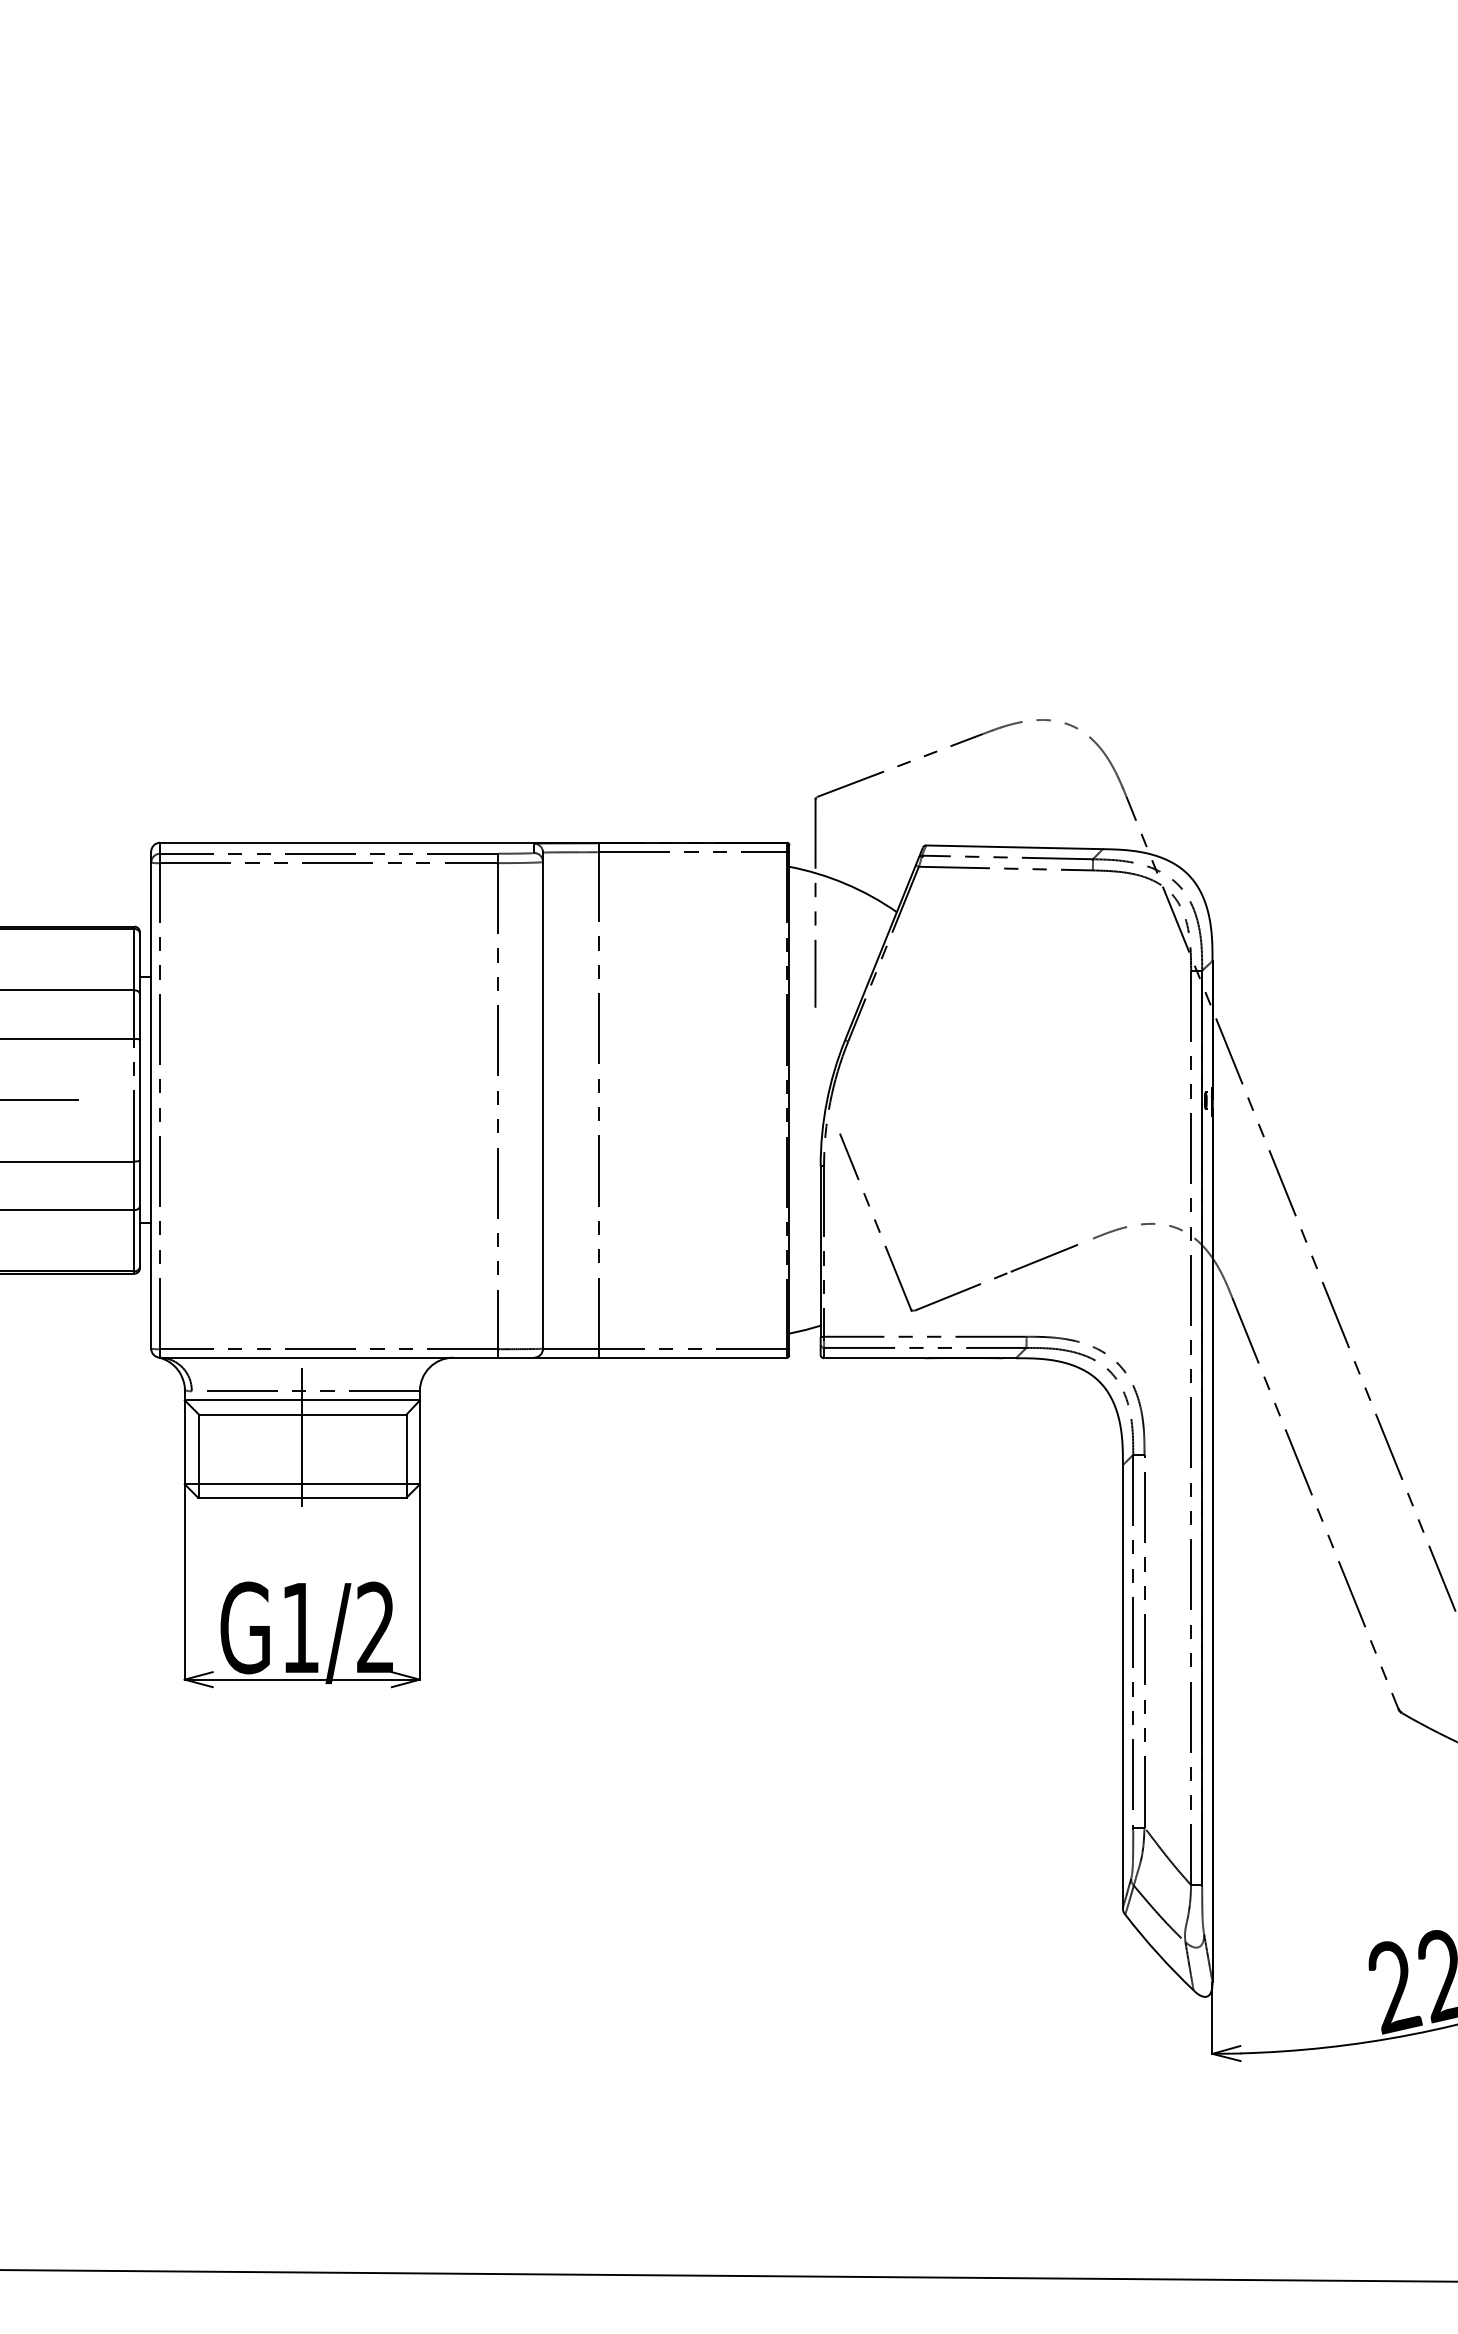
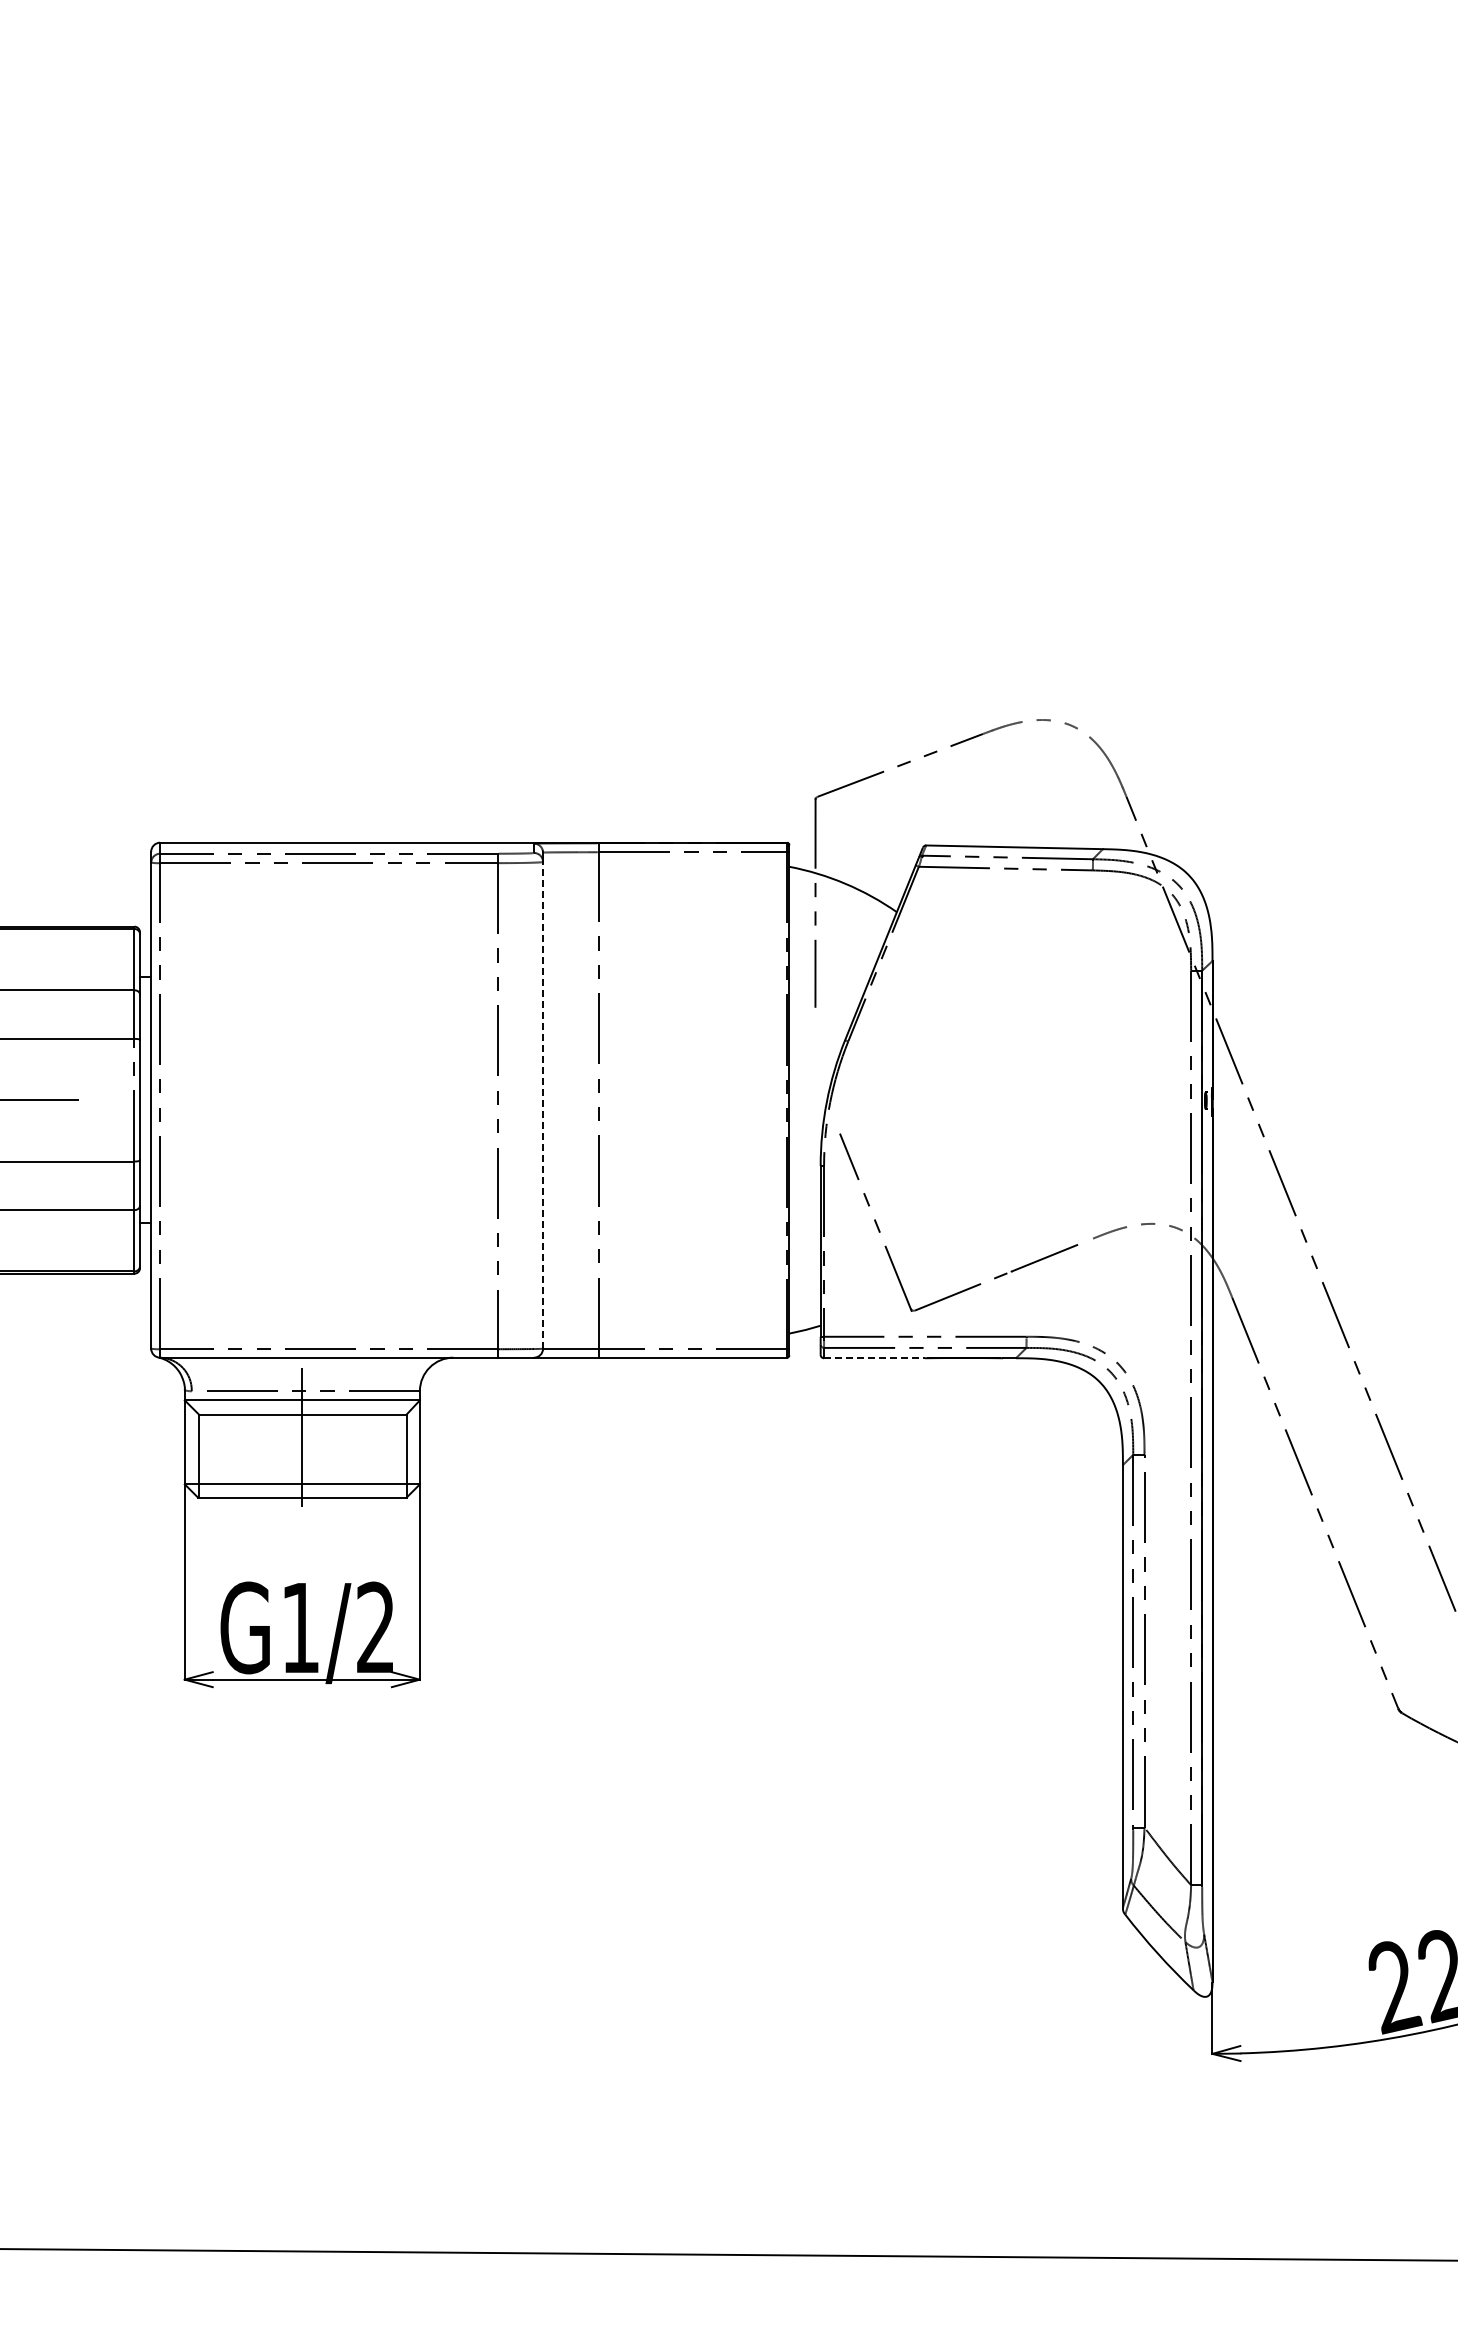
line at (543, 1104): solid -> dashed
line at (874, 1358): solid -> dashed
line at (728, 2275) position: (728, 2275) -> (728, 2254)
